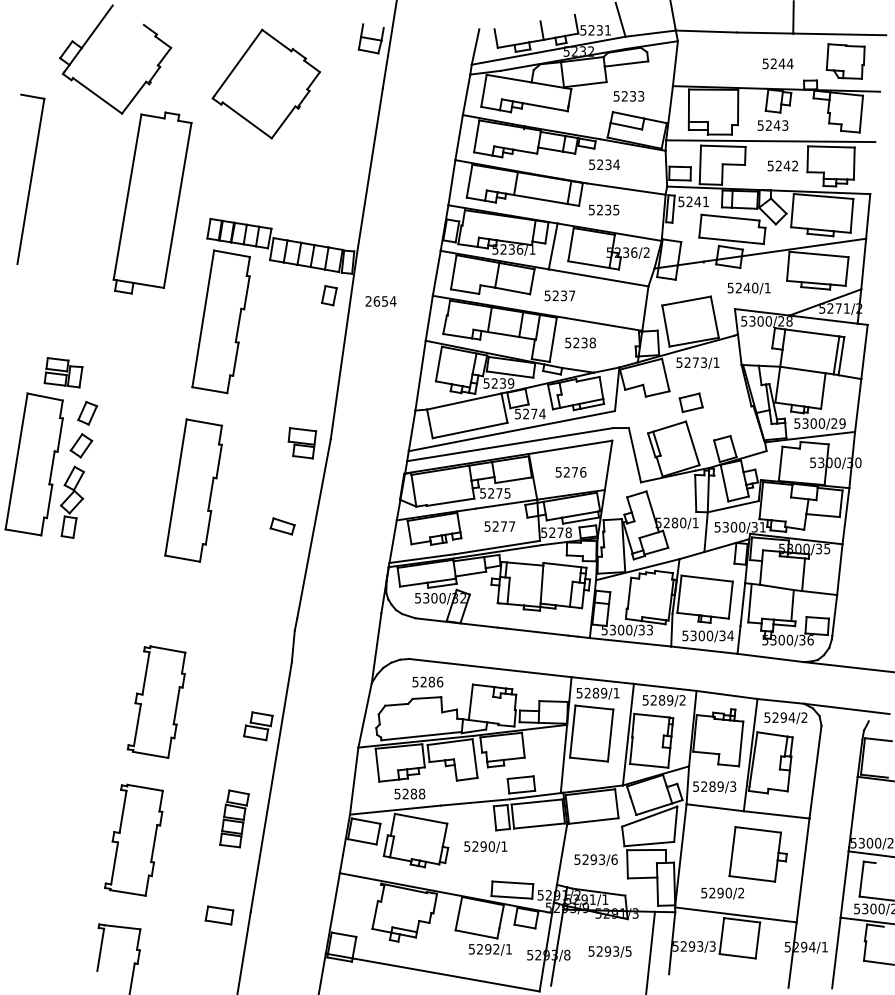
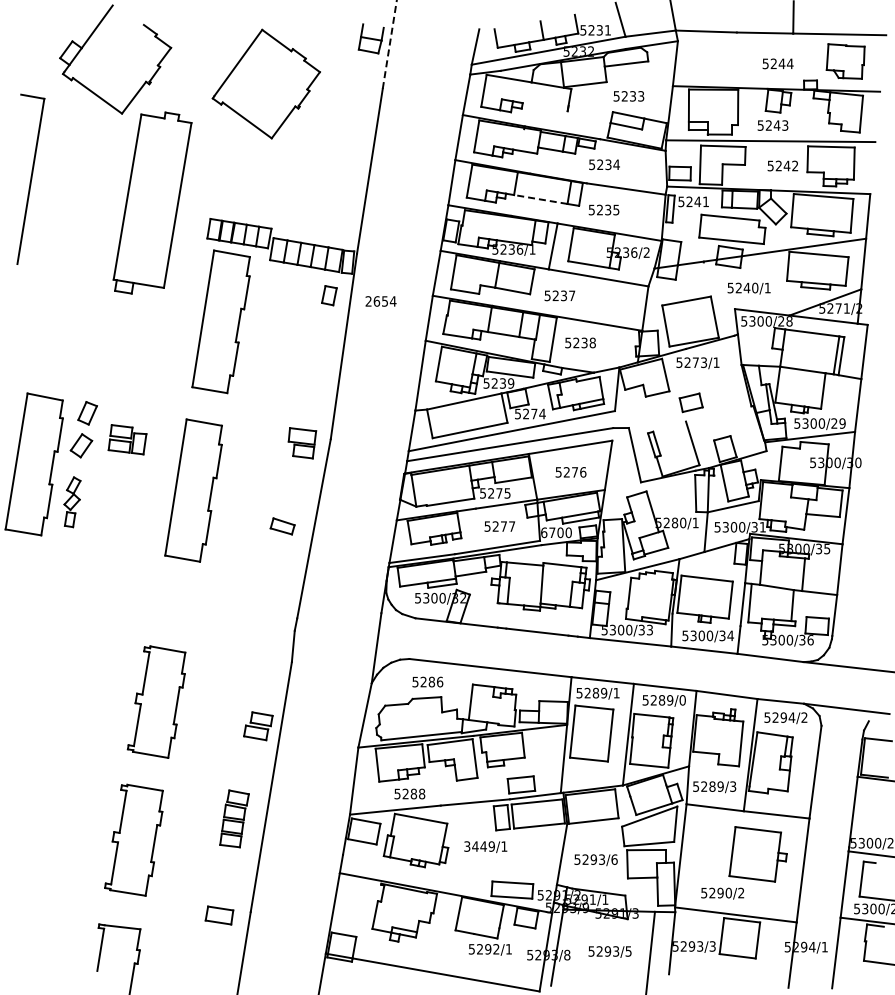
line at (389, 44): solid -> dashed
line at (544, 107): present -> none
line at (540, 199): solid -> dashed
part at (63, 372) position: (63, 372) -> (127, 439)
line at (669, 426): present -> none
part at (72, 501) size: 25x74 px -> 19x53 px
text at (556, 532): 5278 -> 6700
text at (682, 700): 5289/2 -> 5289/0
text at (479, 846): 5290/1 -> 3449/1
